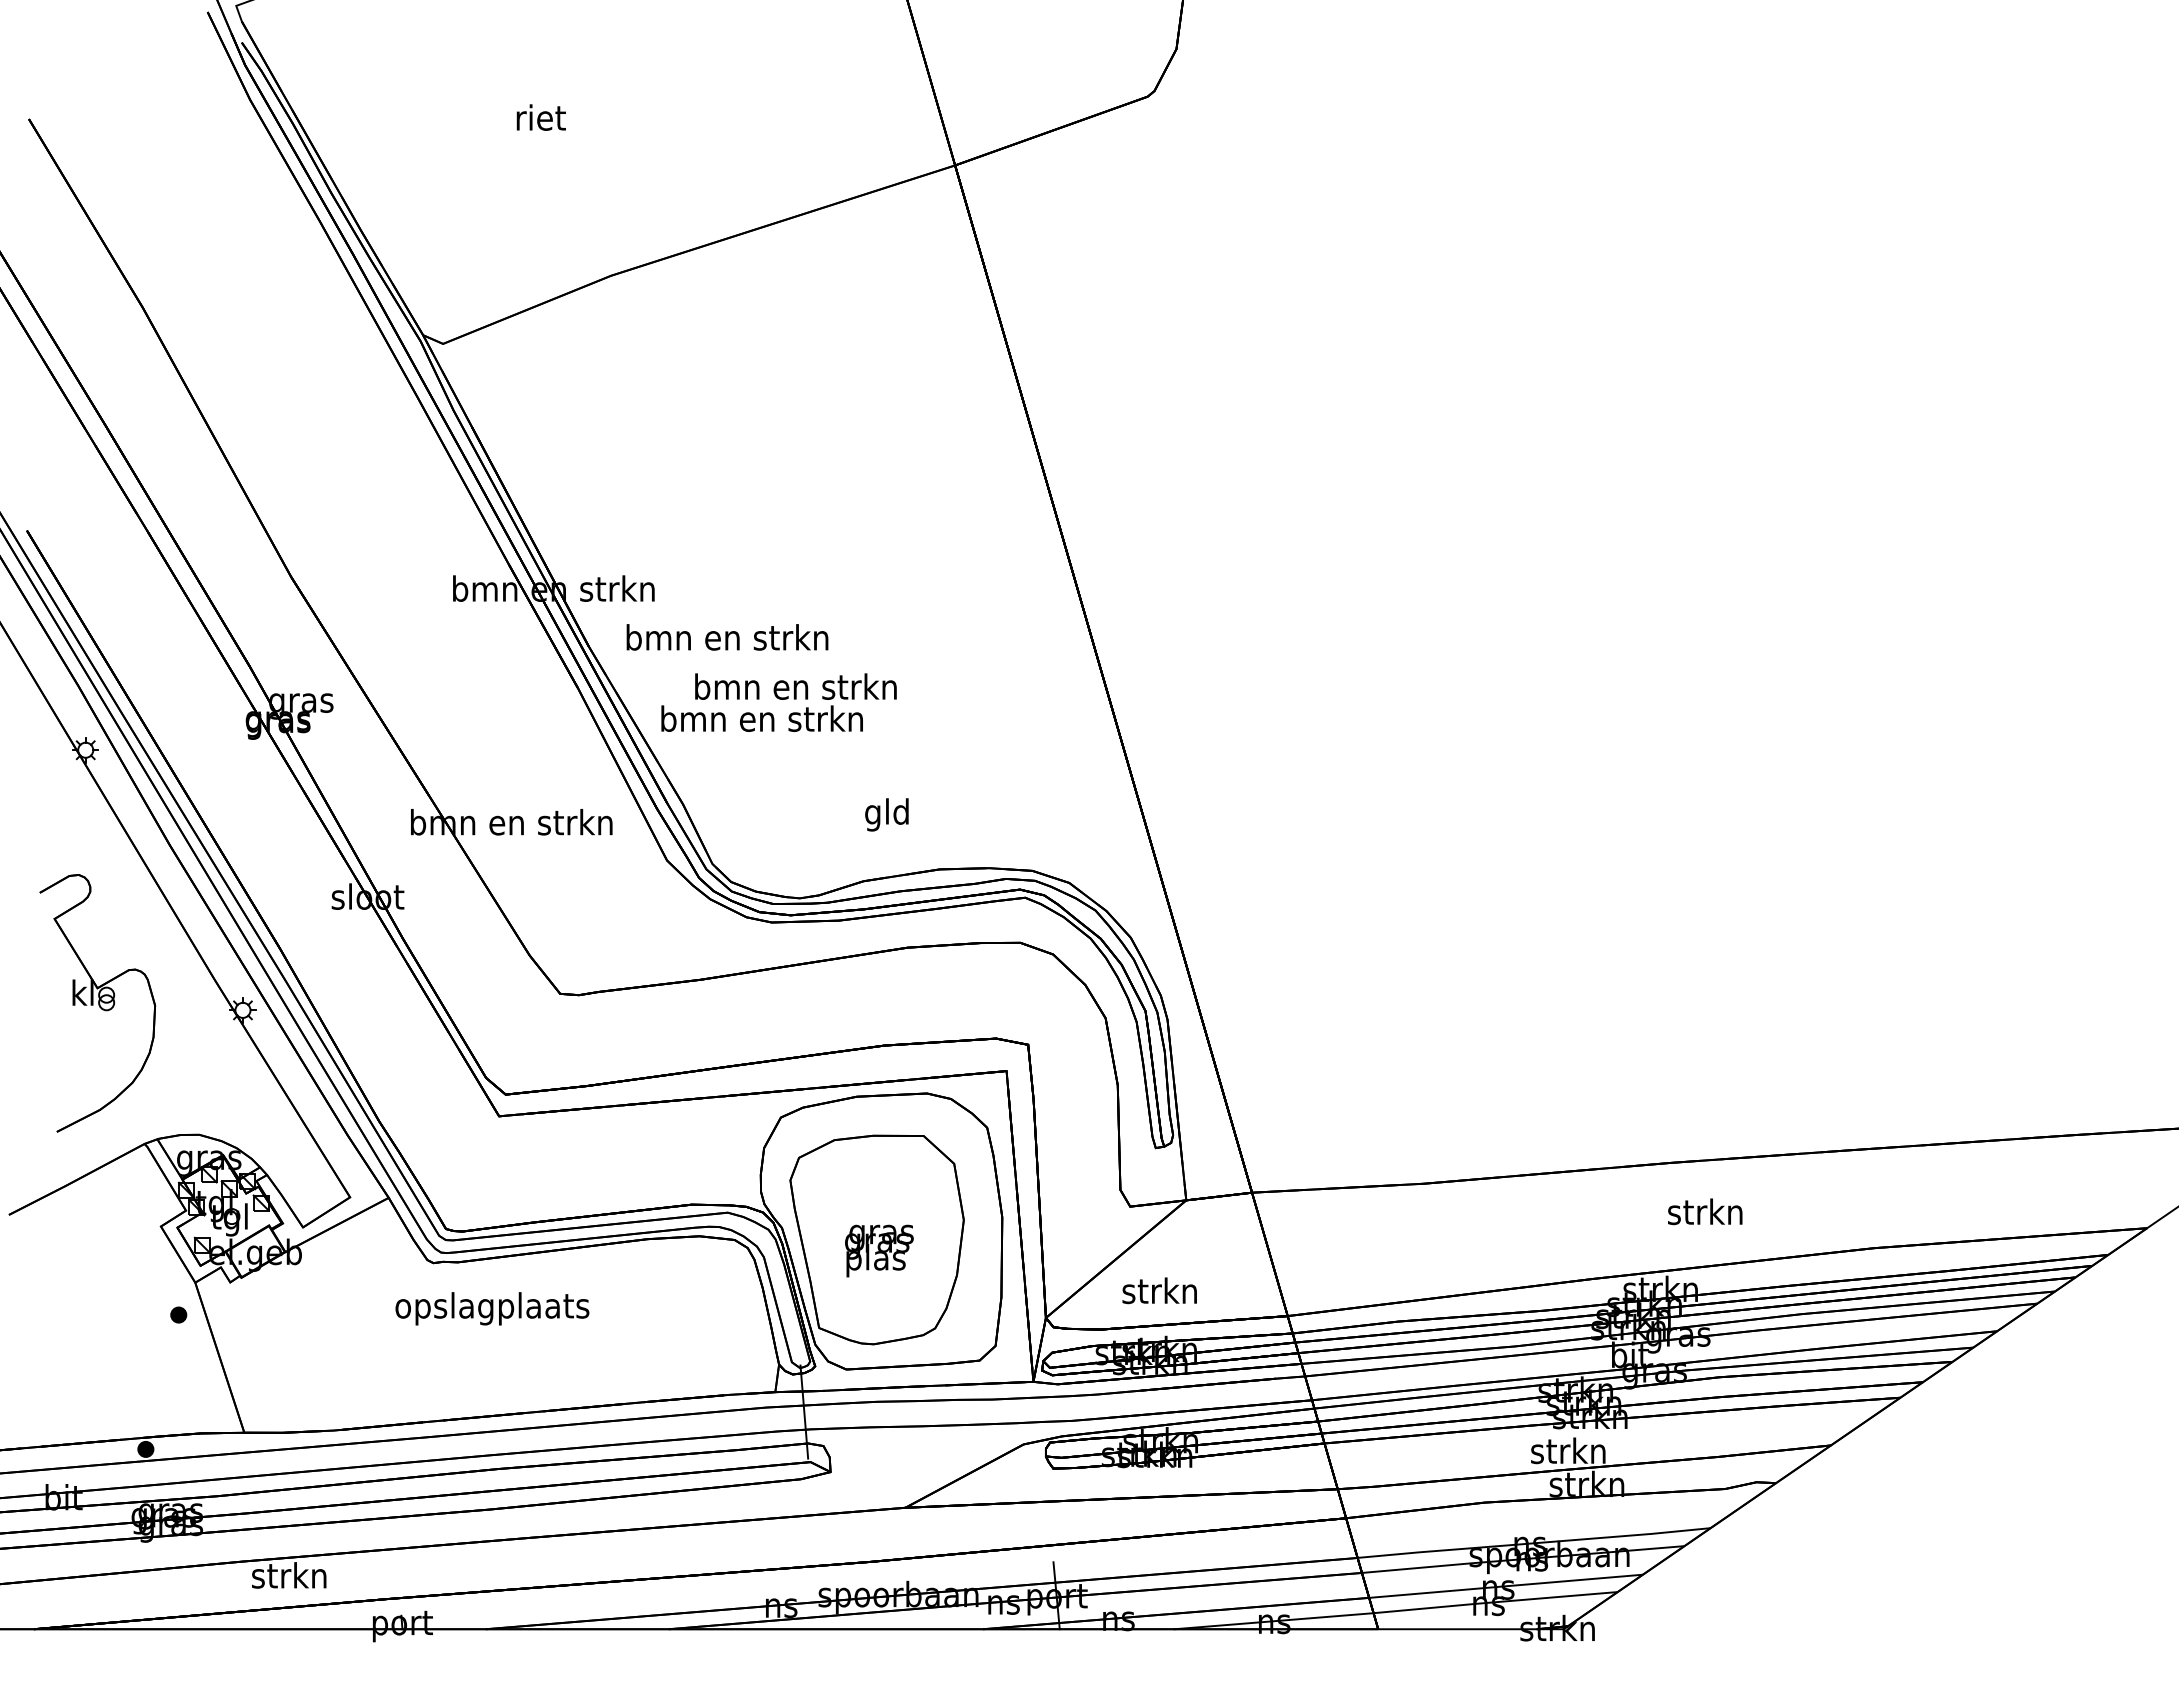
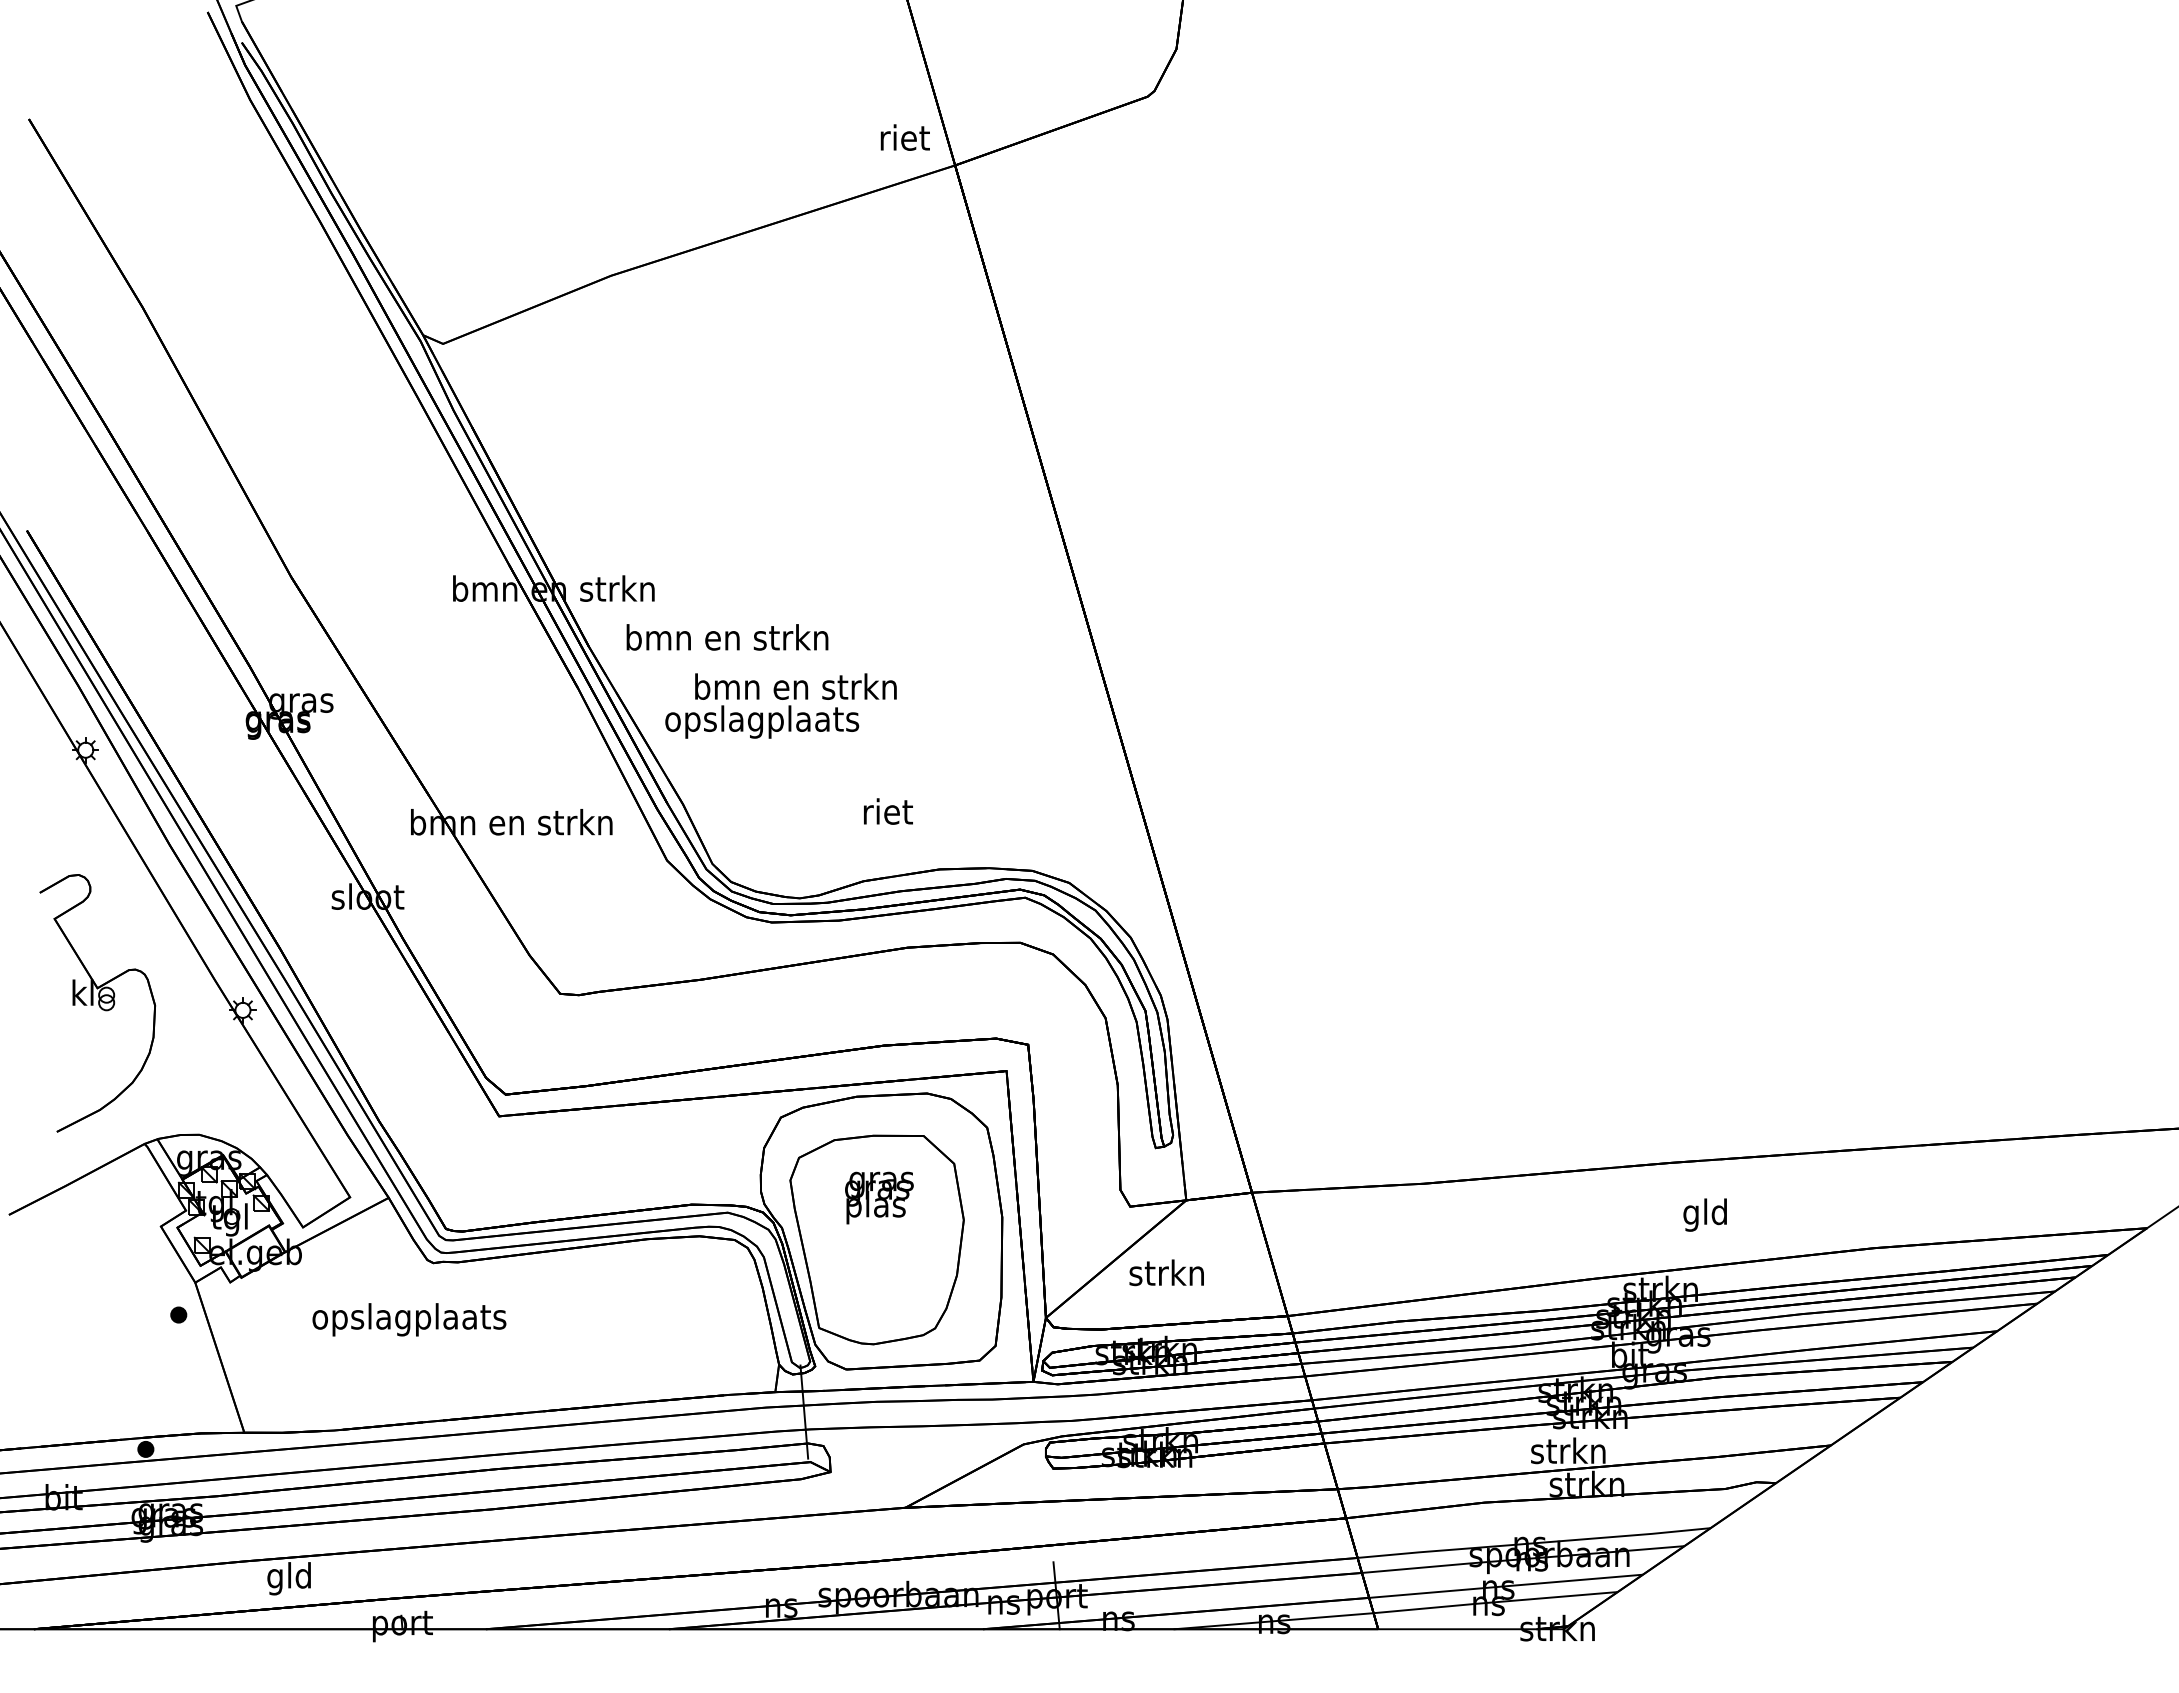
text at (540, 117) position: (540, 117) -> (904, 137)
text at (761, 721): bmn en strkn -> opslagplaats
text at (888, 814): gld -> riet
text at (1705, 1214): strkn -> gld
text at (879, 1250) position: (879, 1250) -> (879, 1197)
text at (1159, 1290) position: (1159, 1290) -> (1166, 1272)
text at (492, 1308) position: (492, 1308) -> (409, 1319)
text at (289, 1578): strkn -> gld
